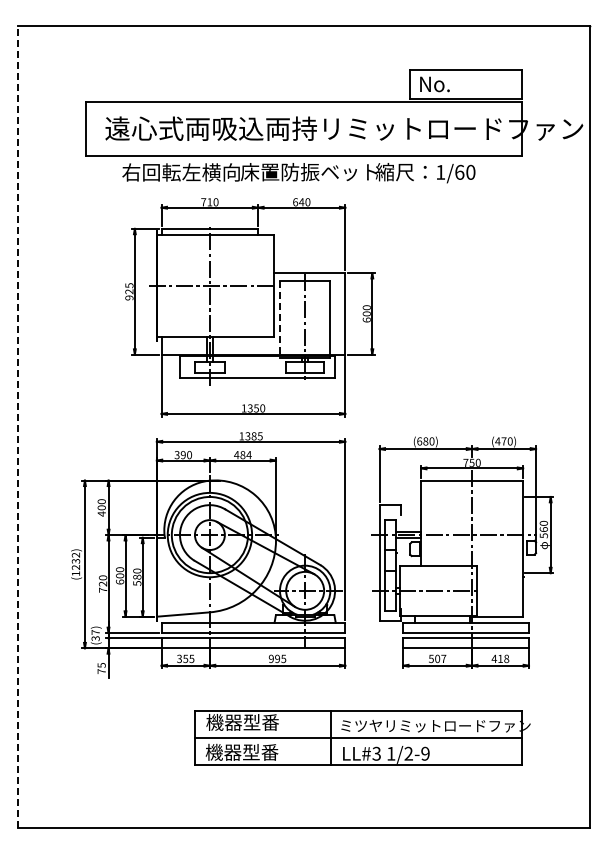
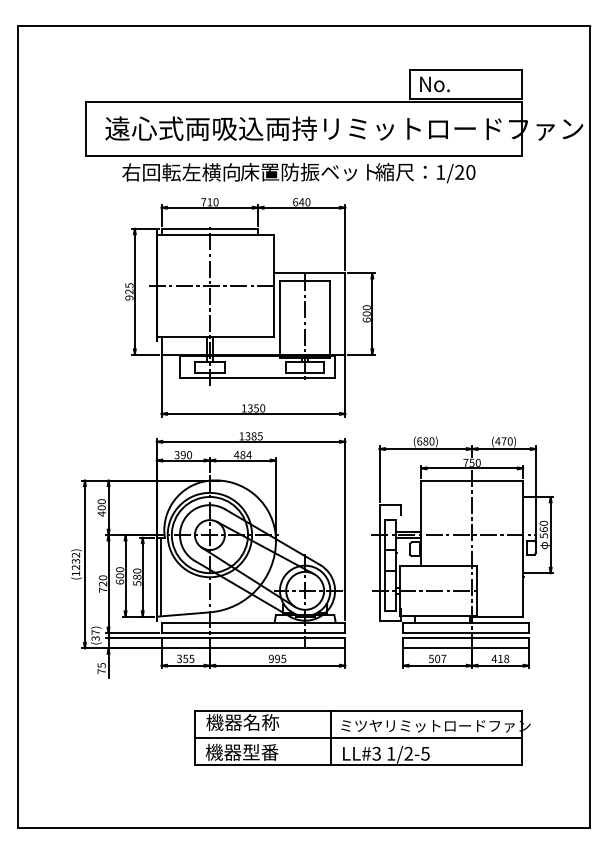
text at (459, 171): 1/60 -> 1/20
line at (280, 319): dashed -> solid
line at (18, 426): dashed -> solid
line at (160, 576): none -> present
text at (261, 722): 機器型番 -> 機器名称
text at (425, 753): 1/2-9 -> 1/2-5
